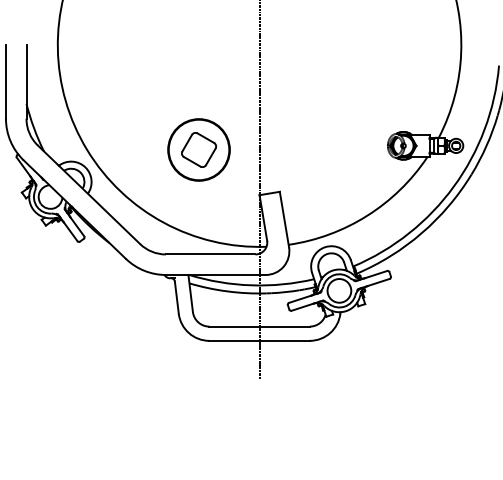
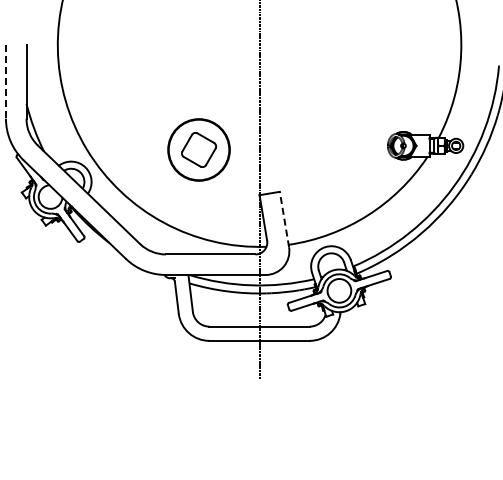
line at (5, 81): solid -> dashed
line at (284, 219): solid -> dashed
